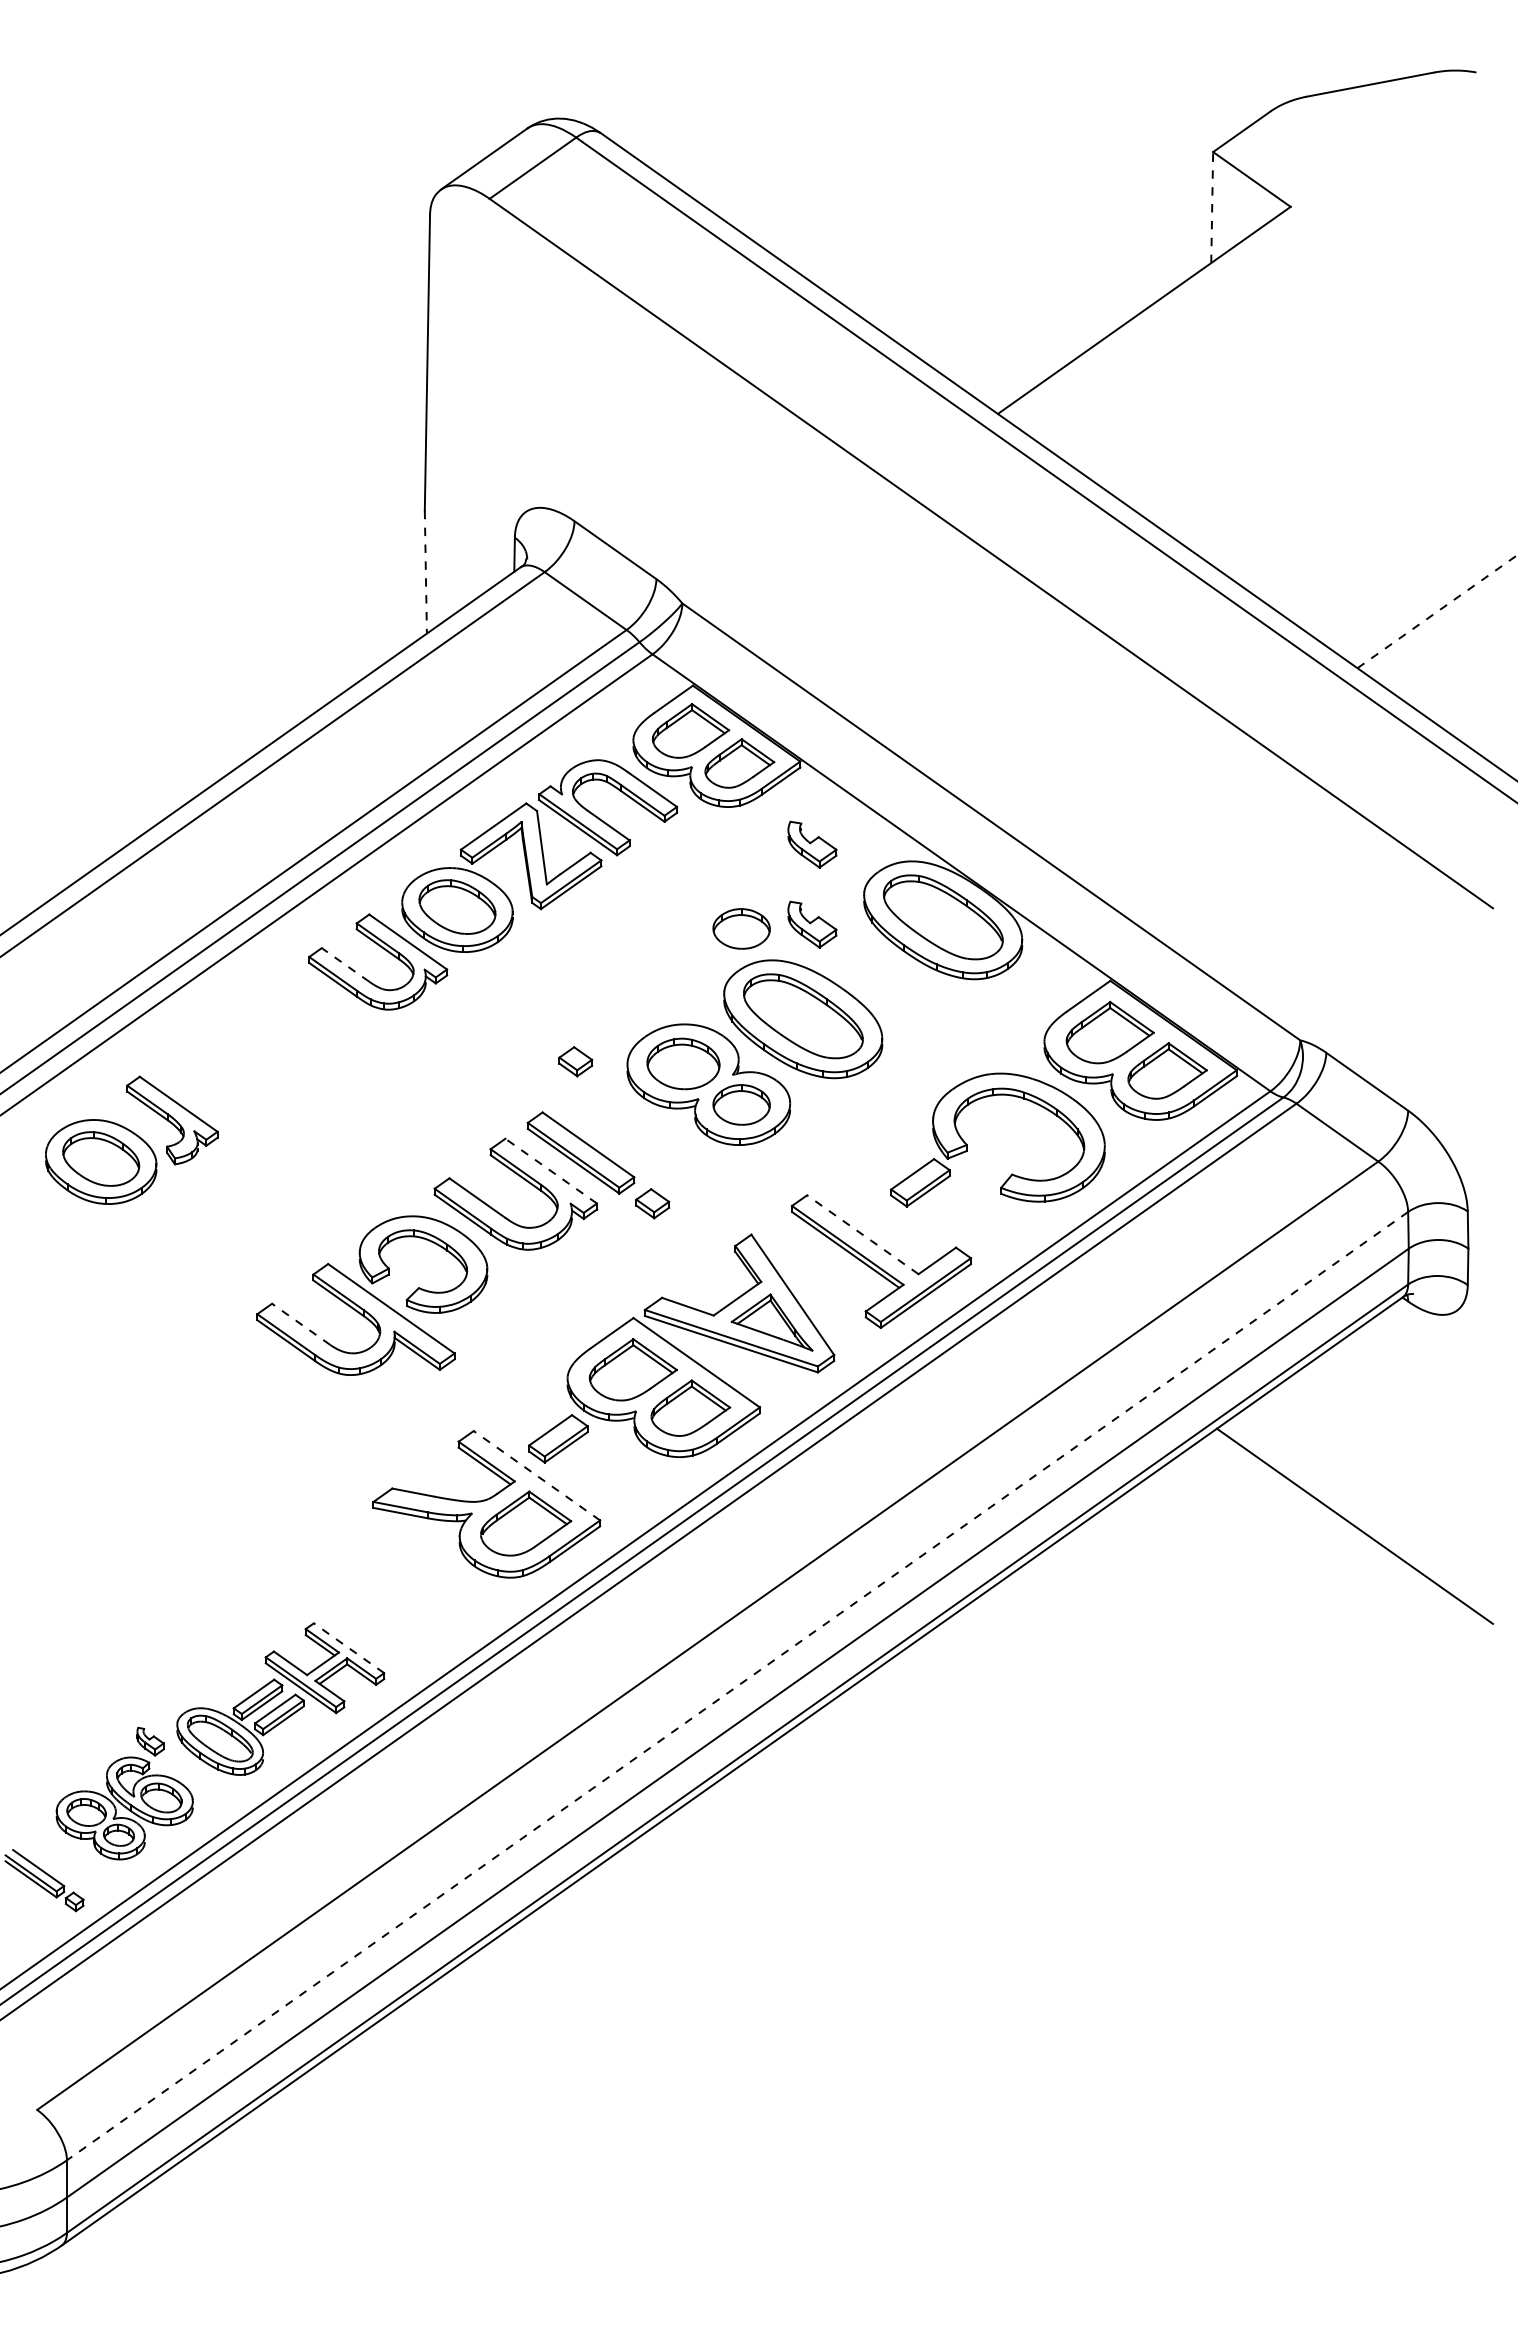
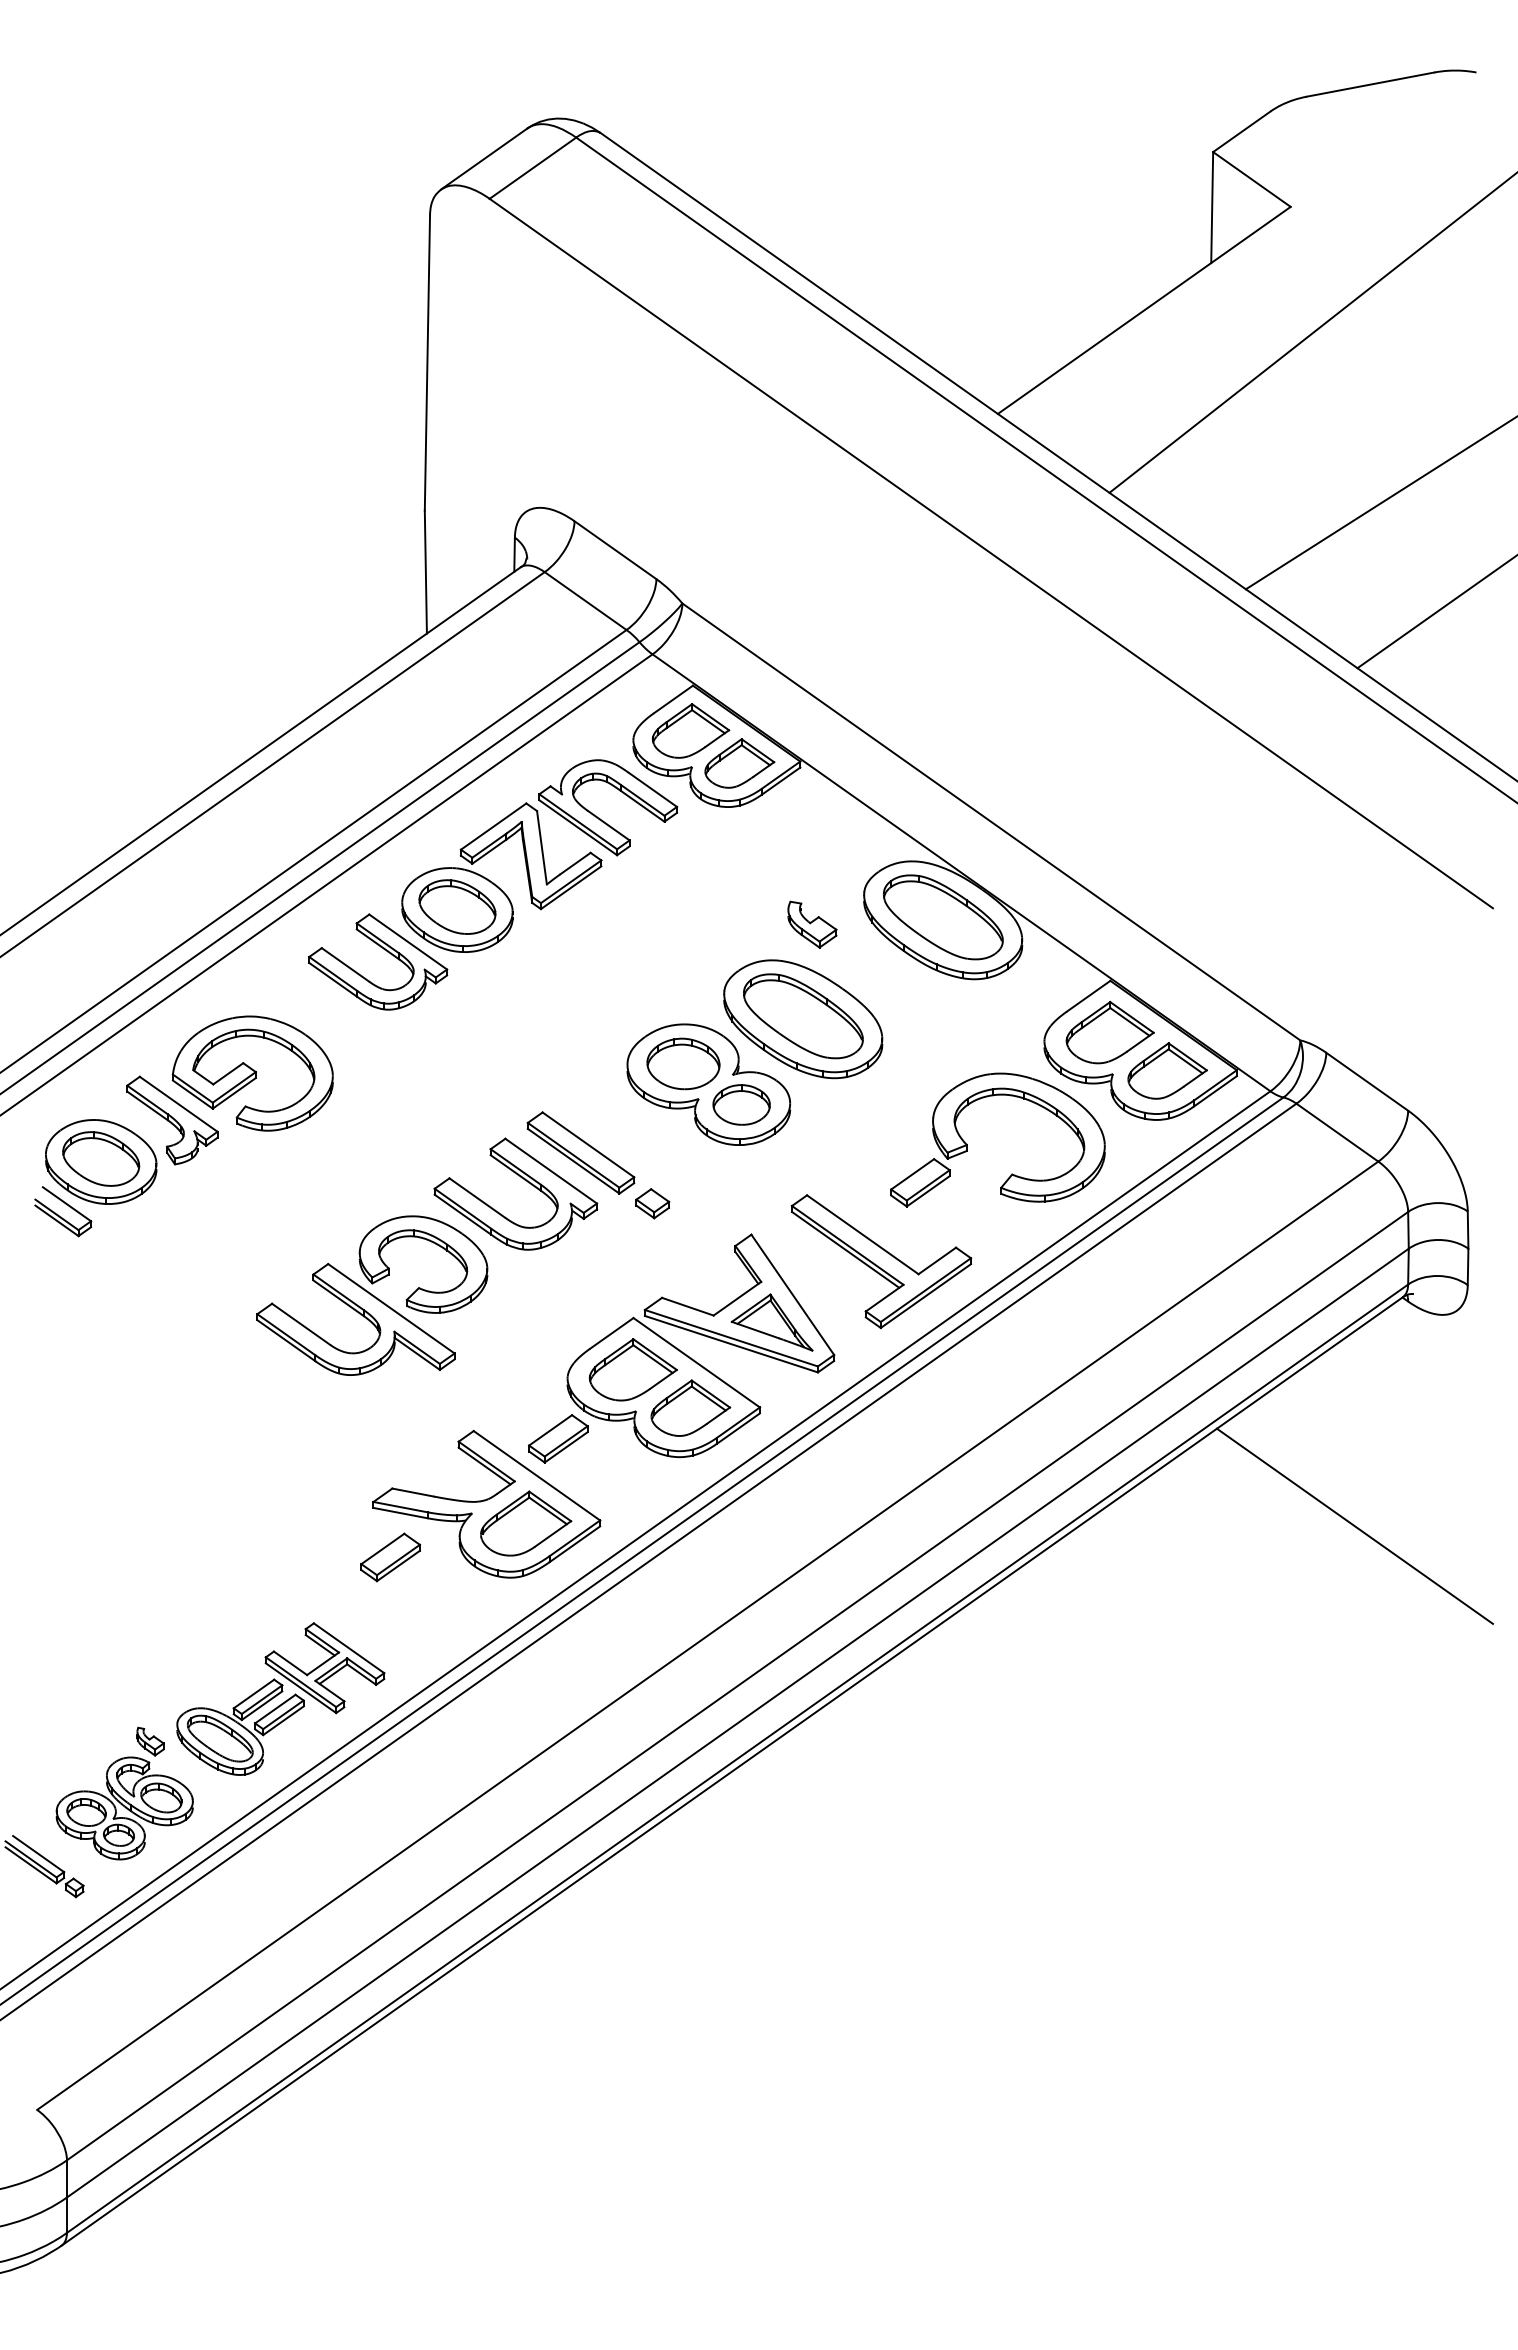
line at (1212, 207): dashed -> solid
line at (1311, 333): none -> present
line at (1379, 503): none -> present
line at (425, 572): dashed -> solid
line at (1437, 611): dashed -> solid
part at (812, 844): present -> none
part at (741, 928): present -> none
line at (345, 964): dashed -> solid
part at (575, 1061): present -> none
part at (252, 1073): none -> present
line at (550, 1170): dashed -> solid
part at (63, 1211): none -> present
line at (862, 1234): dashed -> solid
line at (301, 1324): dashed -> solid
line at (536, 1475): dashed -> solid
part at (390, 1557): none -> present
line at (348, 1647): dashed -> solid
line at (737, 1686): dashed -> solid
part at (44, 1880) position: (44, 1880) -> (44, 1866)
